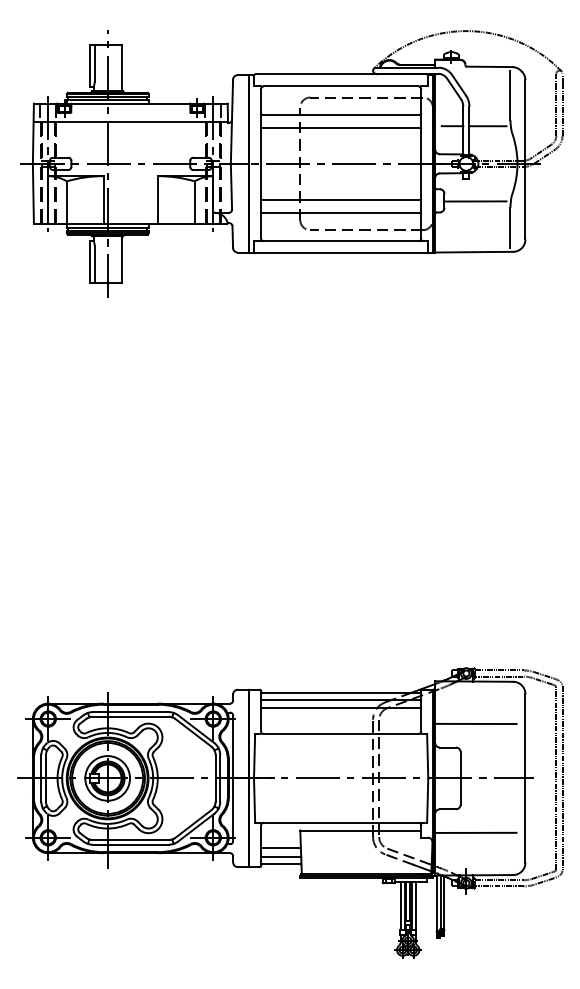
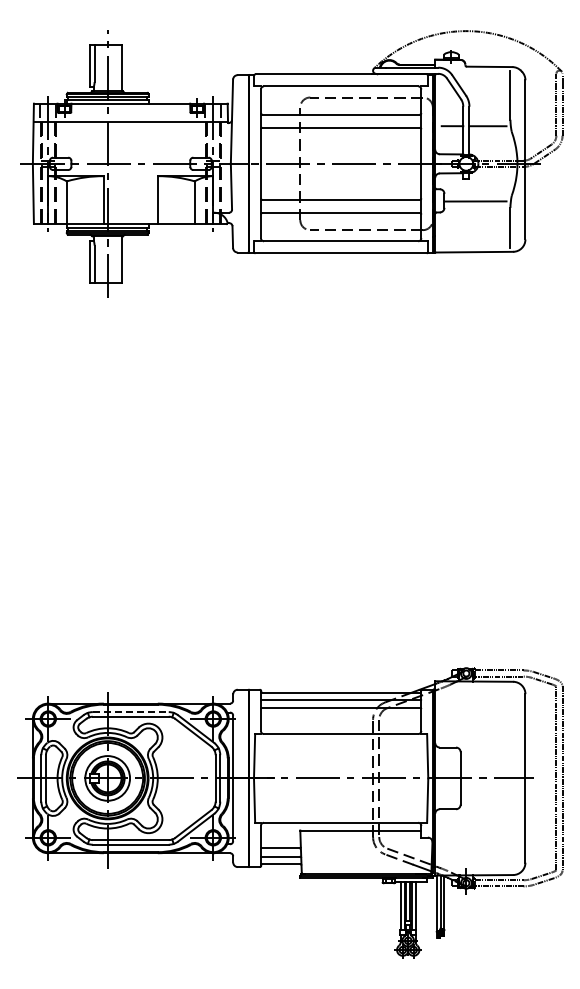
line at (130, 712): solid -> dashed
line at (475, 723): present -> none
line at (475, 832): present -> none
